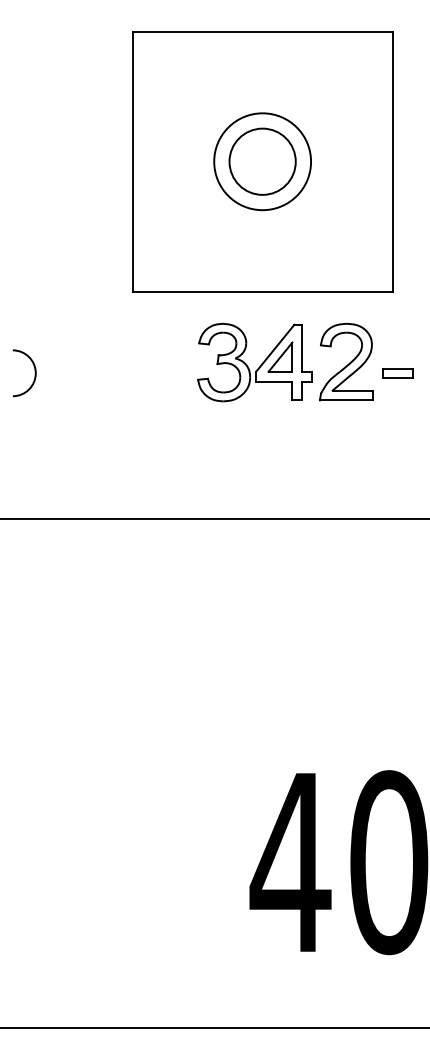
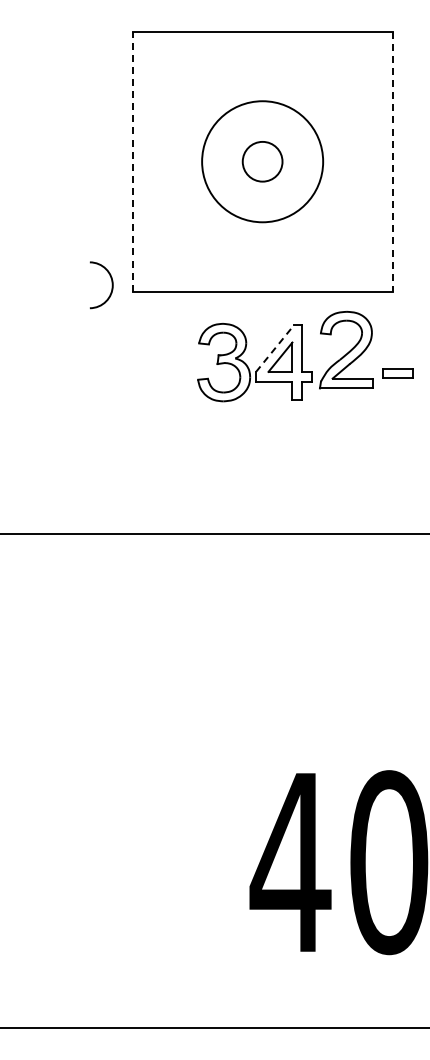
line at (132, 161): solid -> dashed
circle at (262, 161) diameter: 66 px -> 40 px
circle at (262, 161) diameter: 97 px -> 121 px
line at (392, 161): solid -> dashed
line at (275, 347): solid -> dashed
part at (346, 361) position: (346, 361) -> (346, 349)
arc at (34, 373) position: (34, 373) -> (111, 285)
line at (214, 518) position: (214, 518) -> (214, 533)
